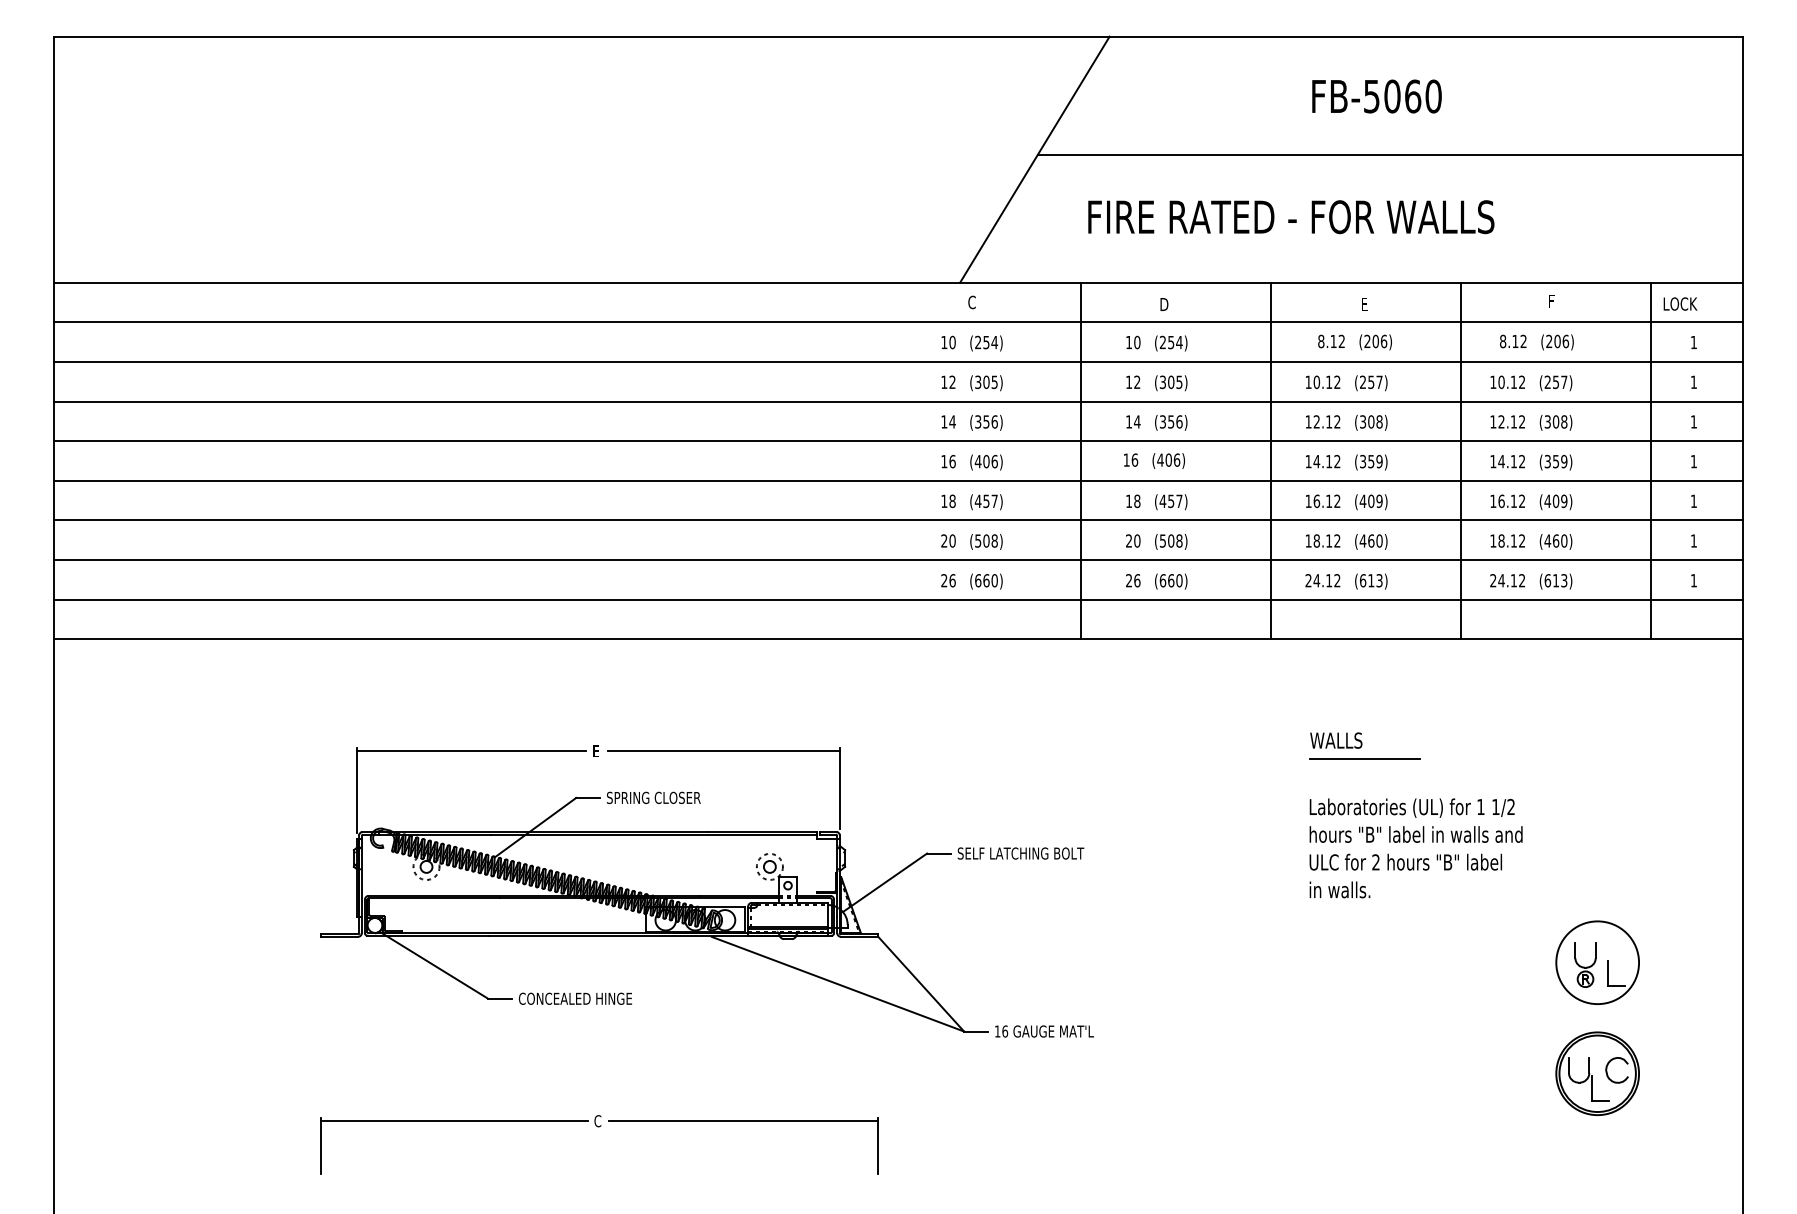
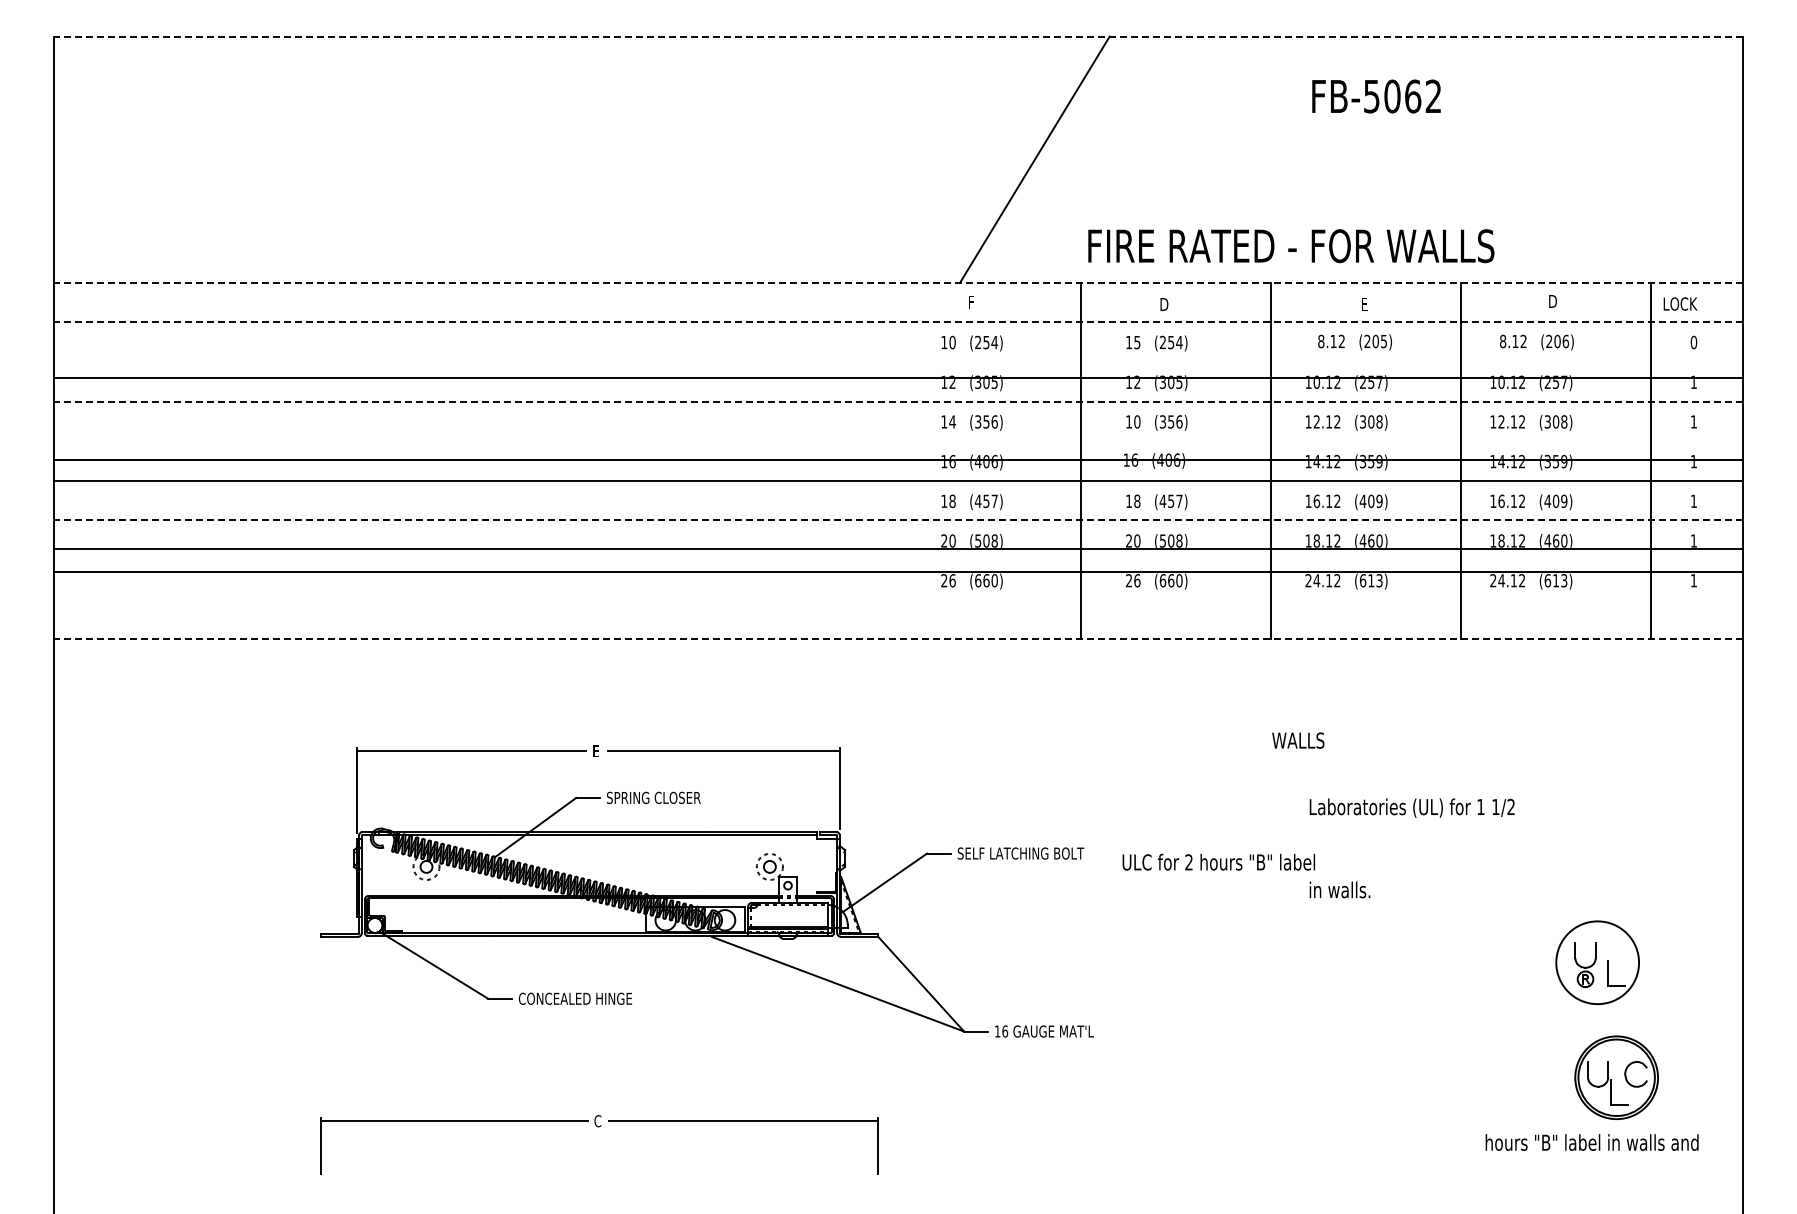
line at (898, 36): solid -> dashed
text at (1433, 96): FB-5060 -> FB-5062
line at (1390, 155): present -> none
text at (1291, 217) position: (1291, 217) -> (1291, 246)
line at (898, 282): solid -> dashed
text at (1552, 300): F -> D
text at (971, 302): C -> F
line at (898, 322): solid -> dashed
text at (1383, 341): (206) -> (205)
text at (1137, 342): 10 -> 15
text at (1693, 342): 1 -> 0
line at (898, 362) position: (898, 362) -> (898, 378)
line at (898, 401): solid -> dashed
text at (1136, 421): 14 -> 10
line at (898, 441) position: (898, 441) -> (898, 460)
line at (898, 520): solid -> dashed
line at (898, 559) position: (898, 559) -> (898, 548)
line at (898, 599) position: (898, 599) -> (898, 571)
line at (898, 639): solid -> dashed
text at (1336, 740) position: (1336, 740) -> (1298, 740)
line at (1364, 758): present -> none
text at (1415, 834) position: (1415, 834) -> (1591, 1142)
text at (1405, 861) position: (1405, 861) -> (1218, 861)
part at (1597, 1073) position: (1597, 1073) -> (1616, 1077)
